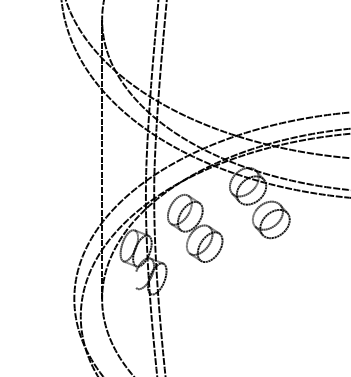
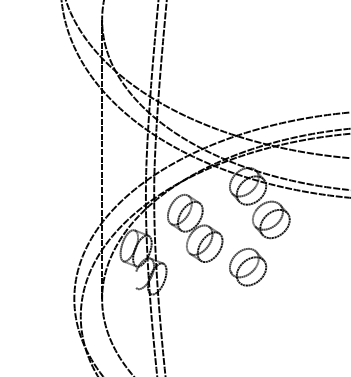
part at (248, 267): none -> present
